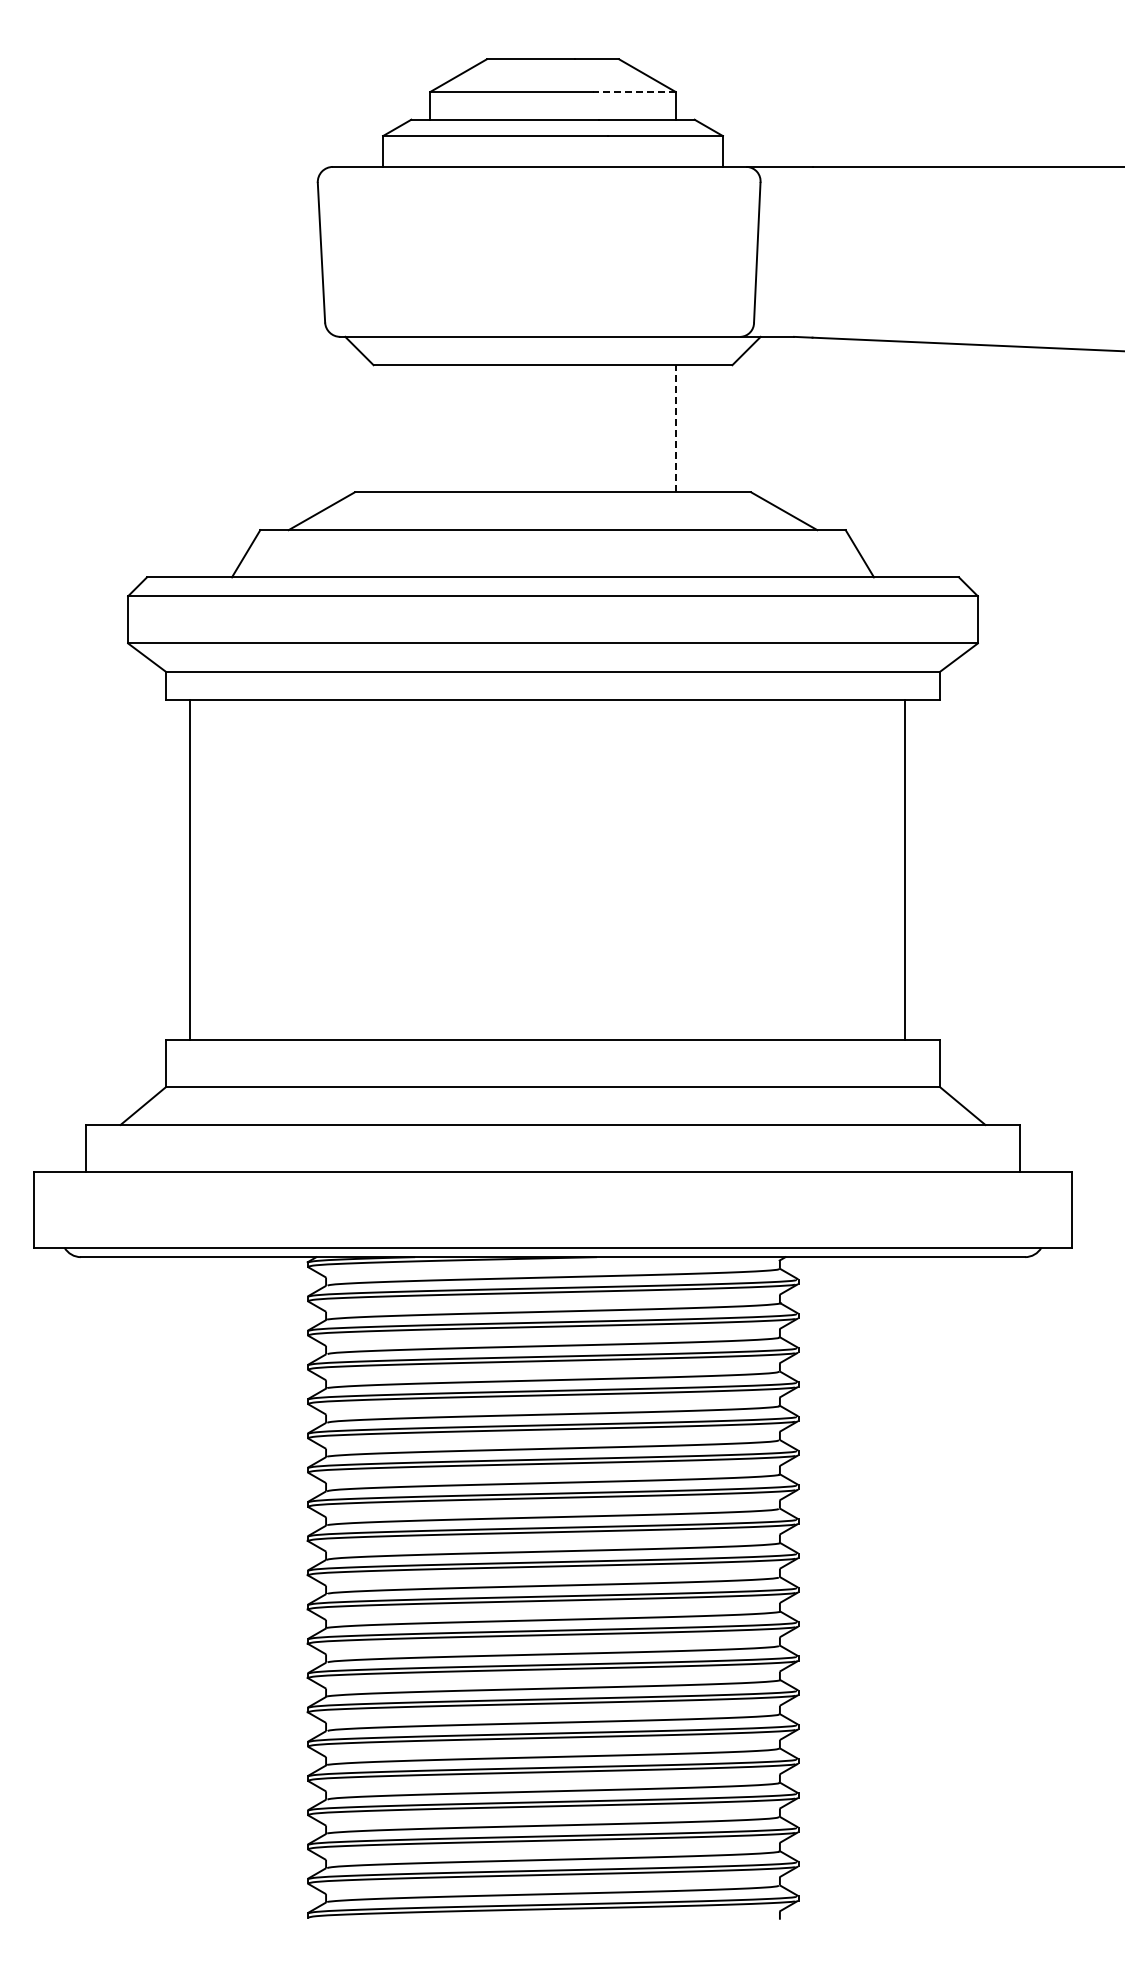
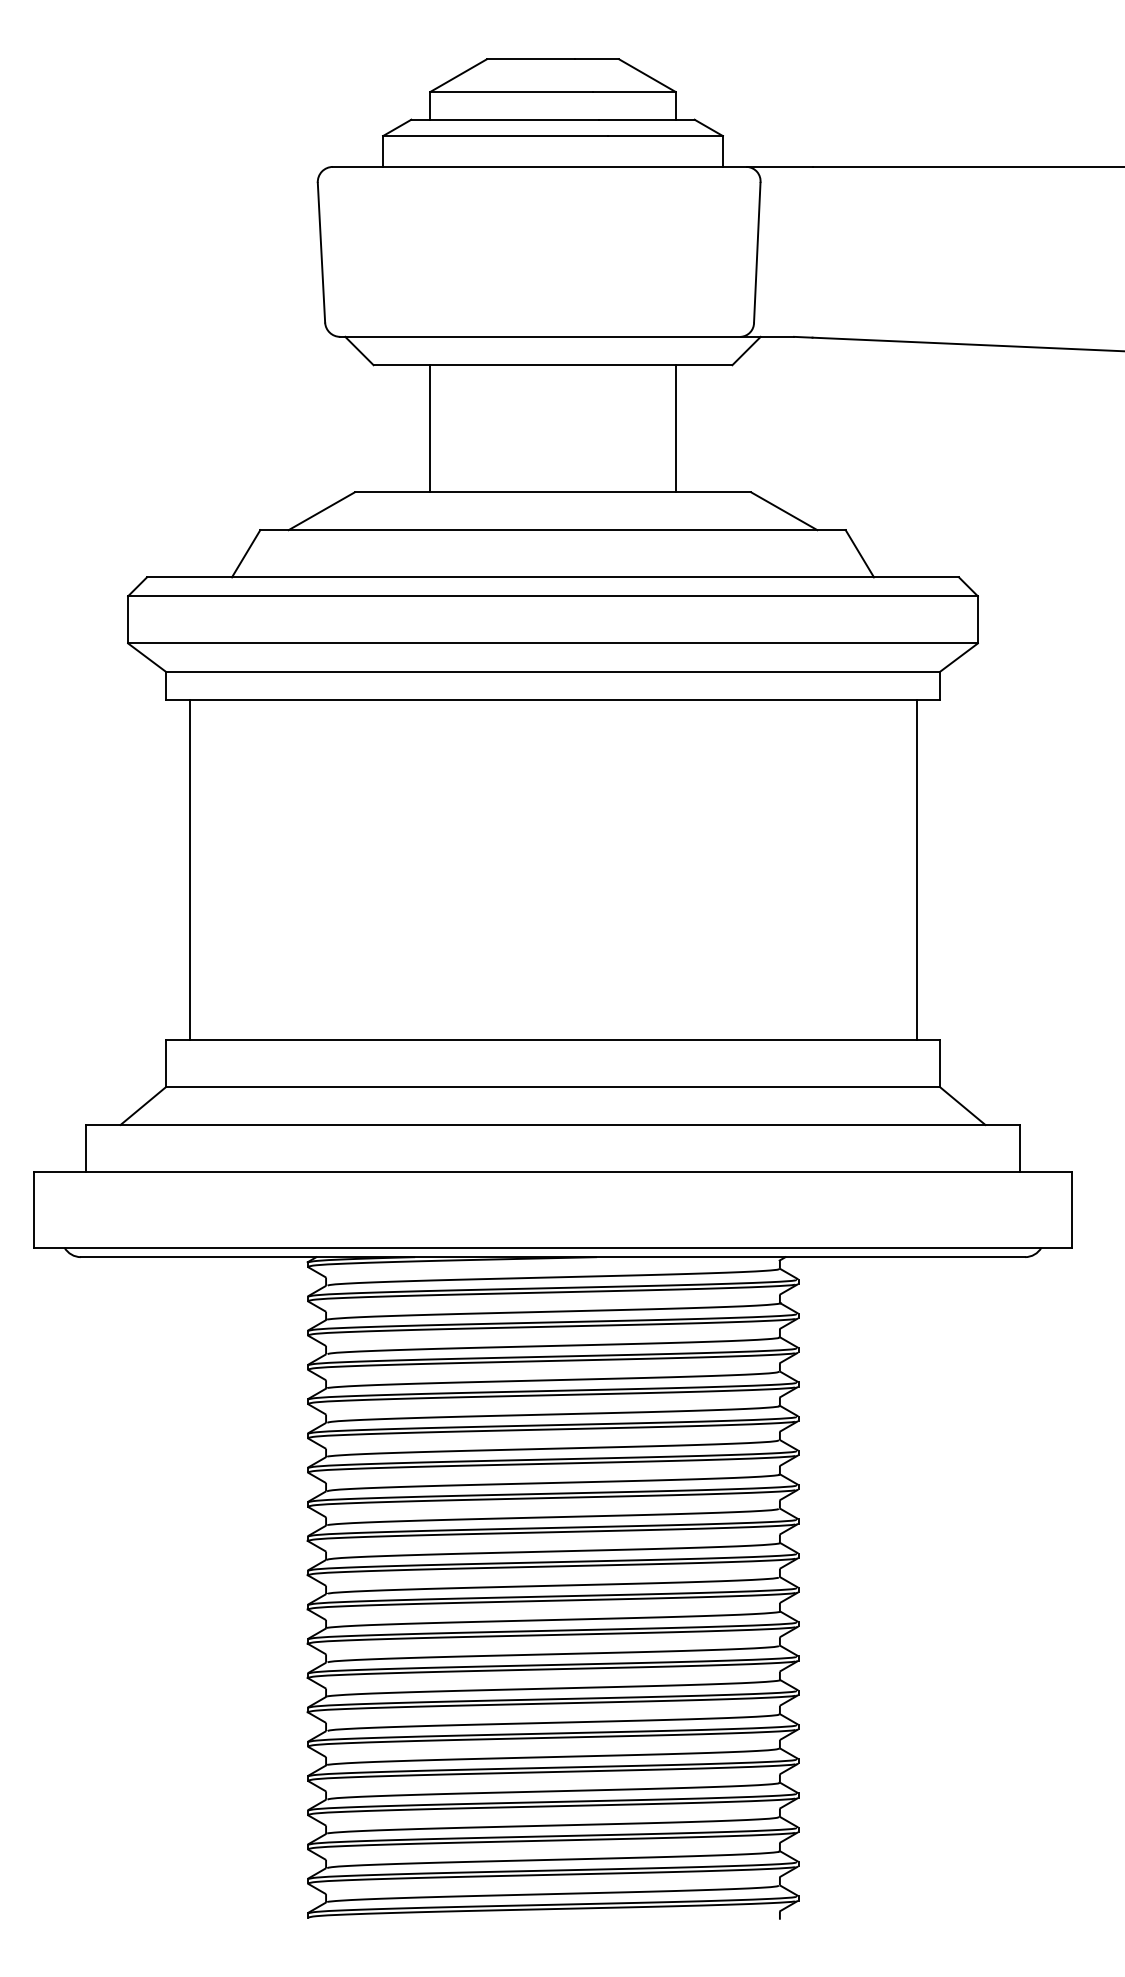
line at (633, 92): dashed -> solid
line at (430, 428): none -> present
line at (675, 428): dashed -> solid
line at (904, 870) position: (904, 870) -> (916, 870)
